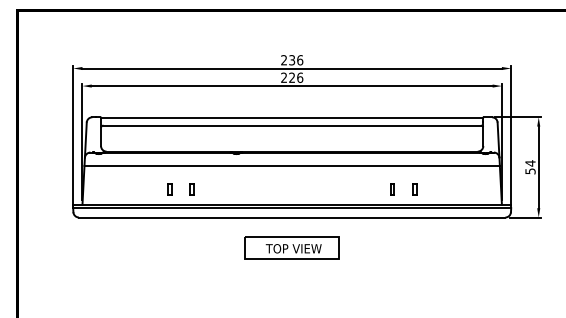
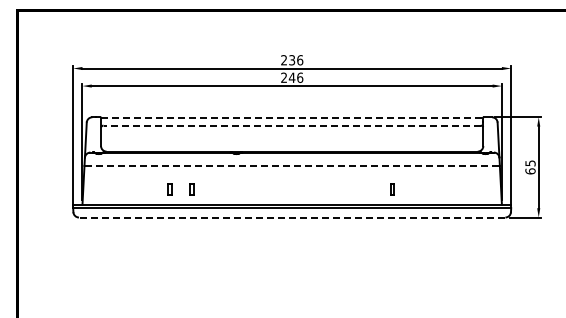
text at (291, 77): 226 -> 246
line at (292, 118): solid -> dashed
line at (292, 125): solid -> dashed
line at (292, 165): solid -> dashed
text at (530, 167): 54 -> 65
part at (414, 189): present -> none
line at (291, 217): solid -> dashed
part at (291, 247): present -> none
